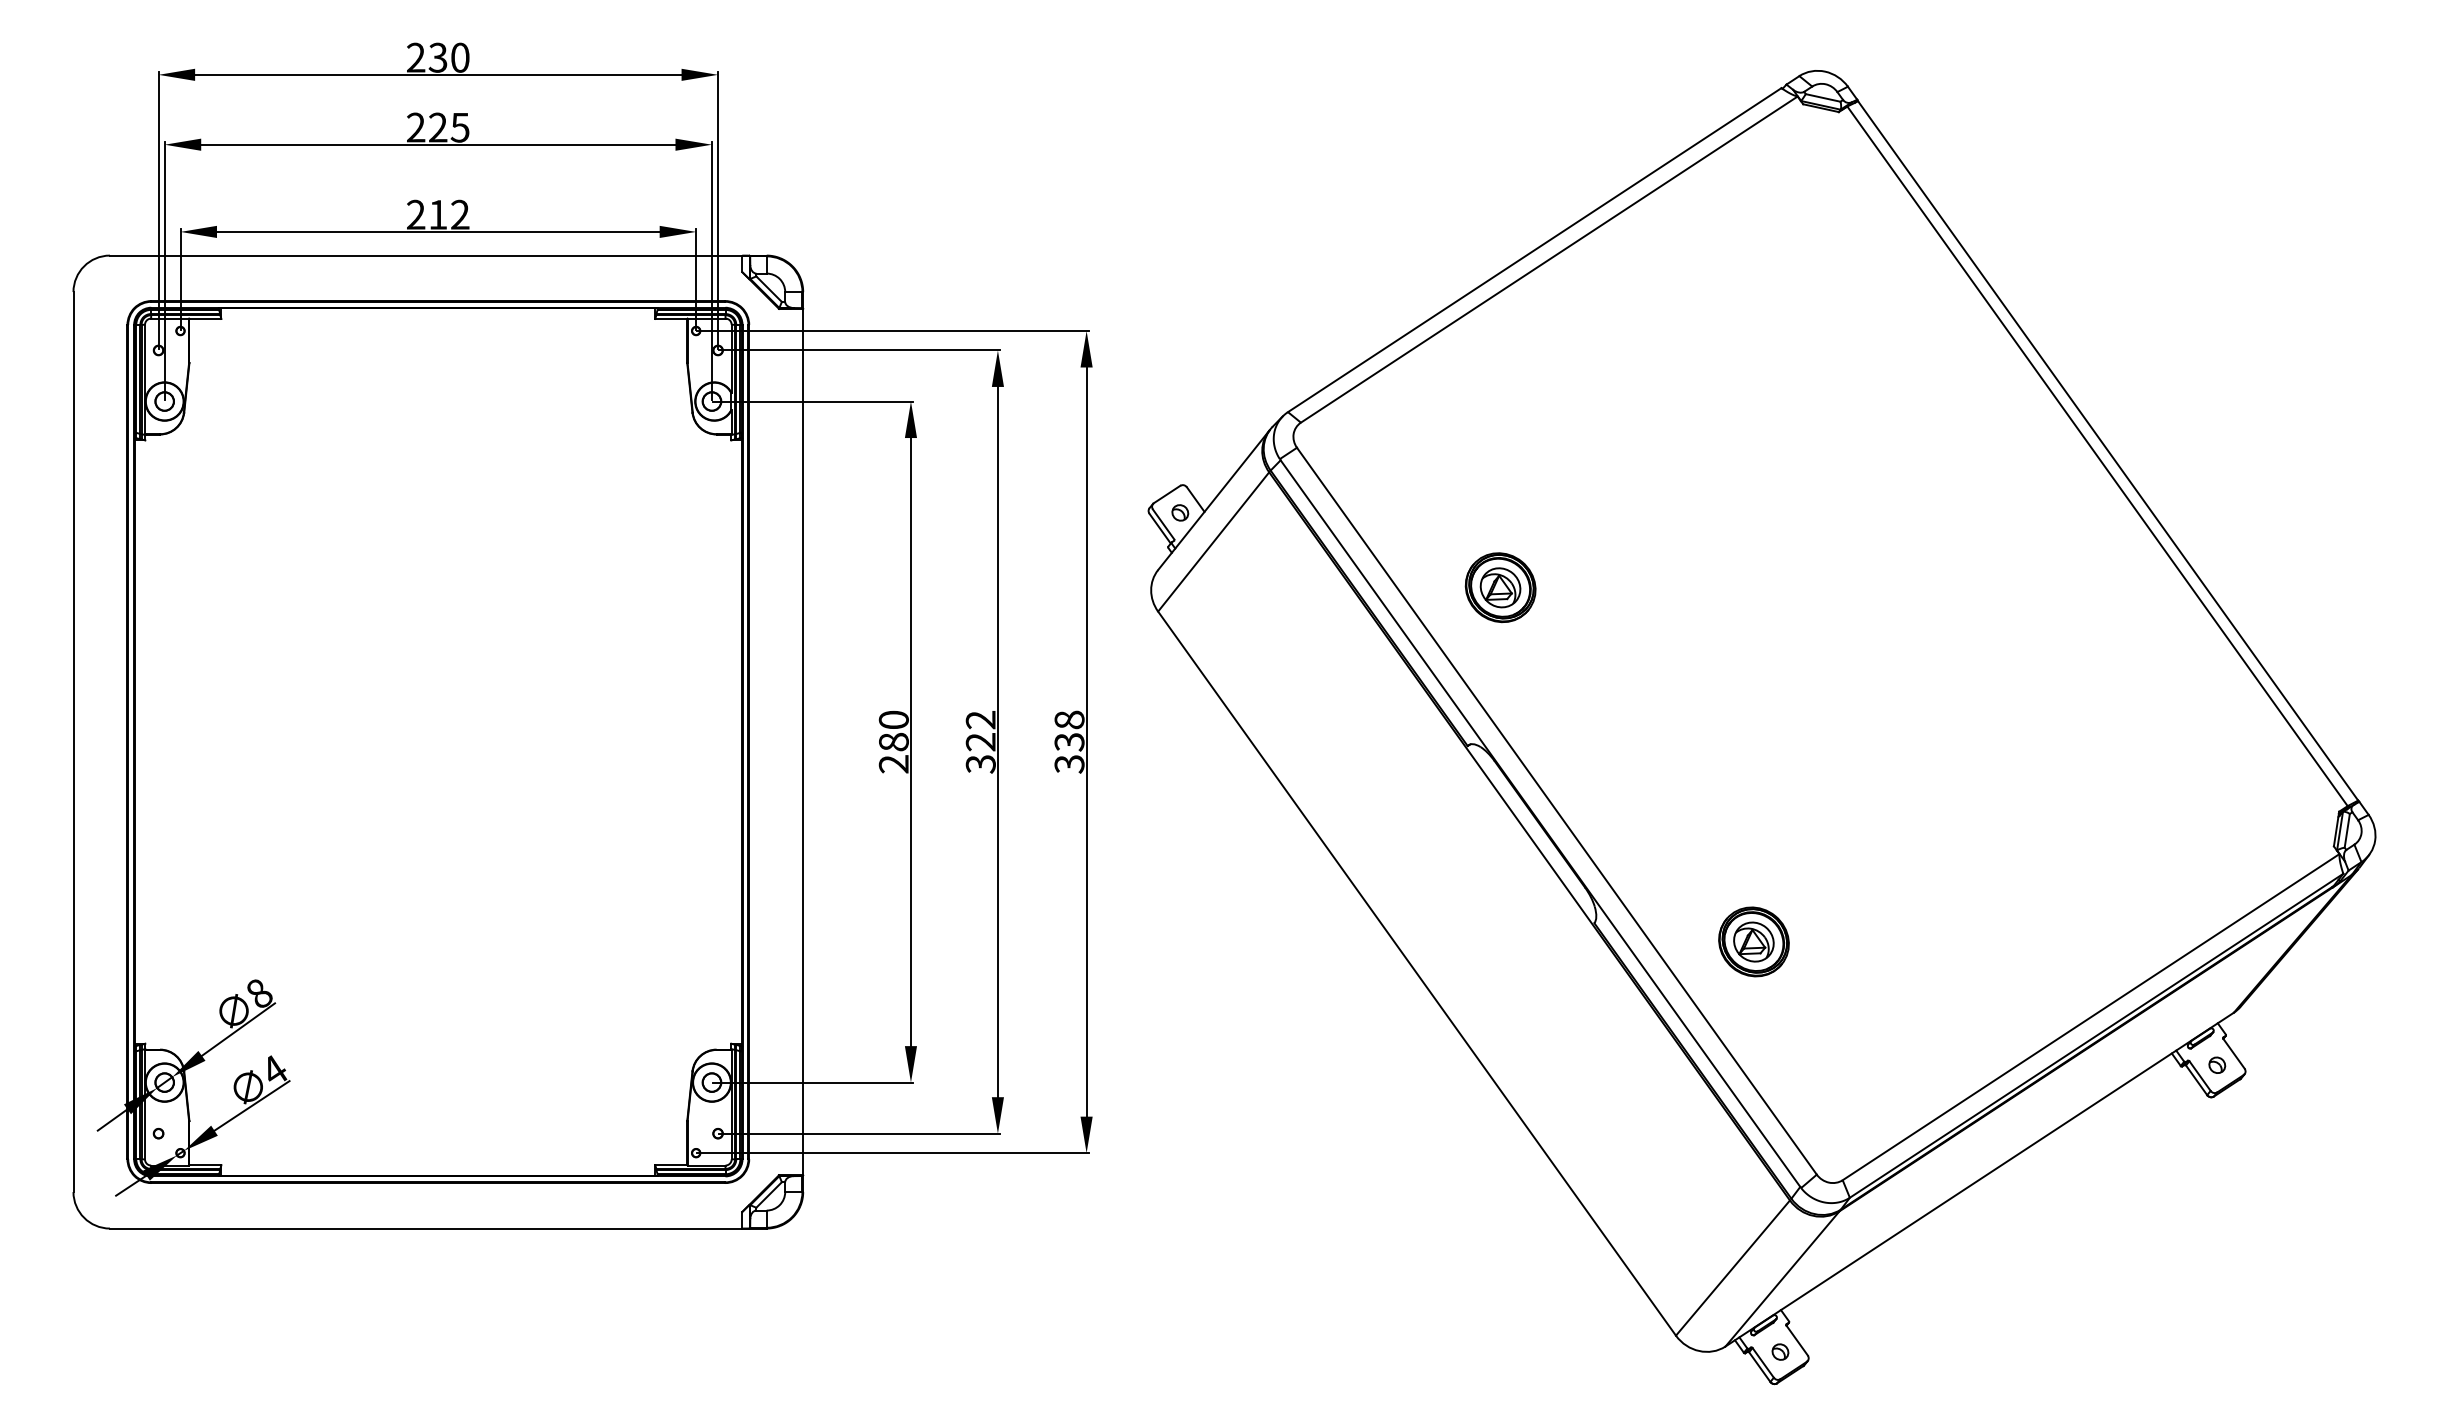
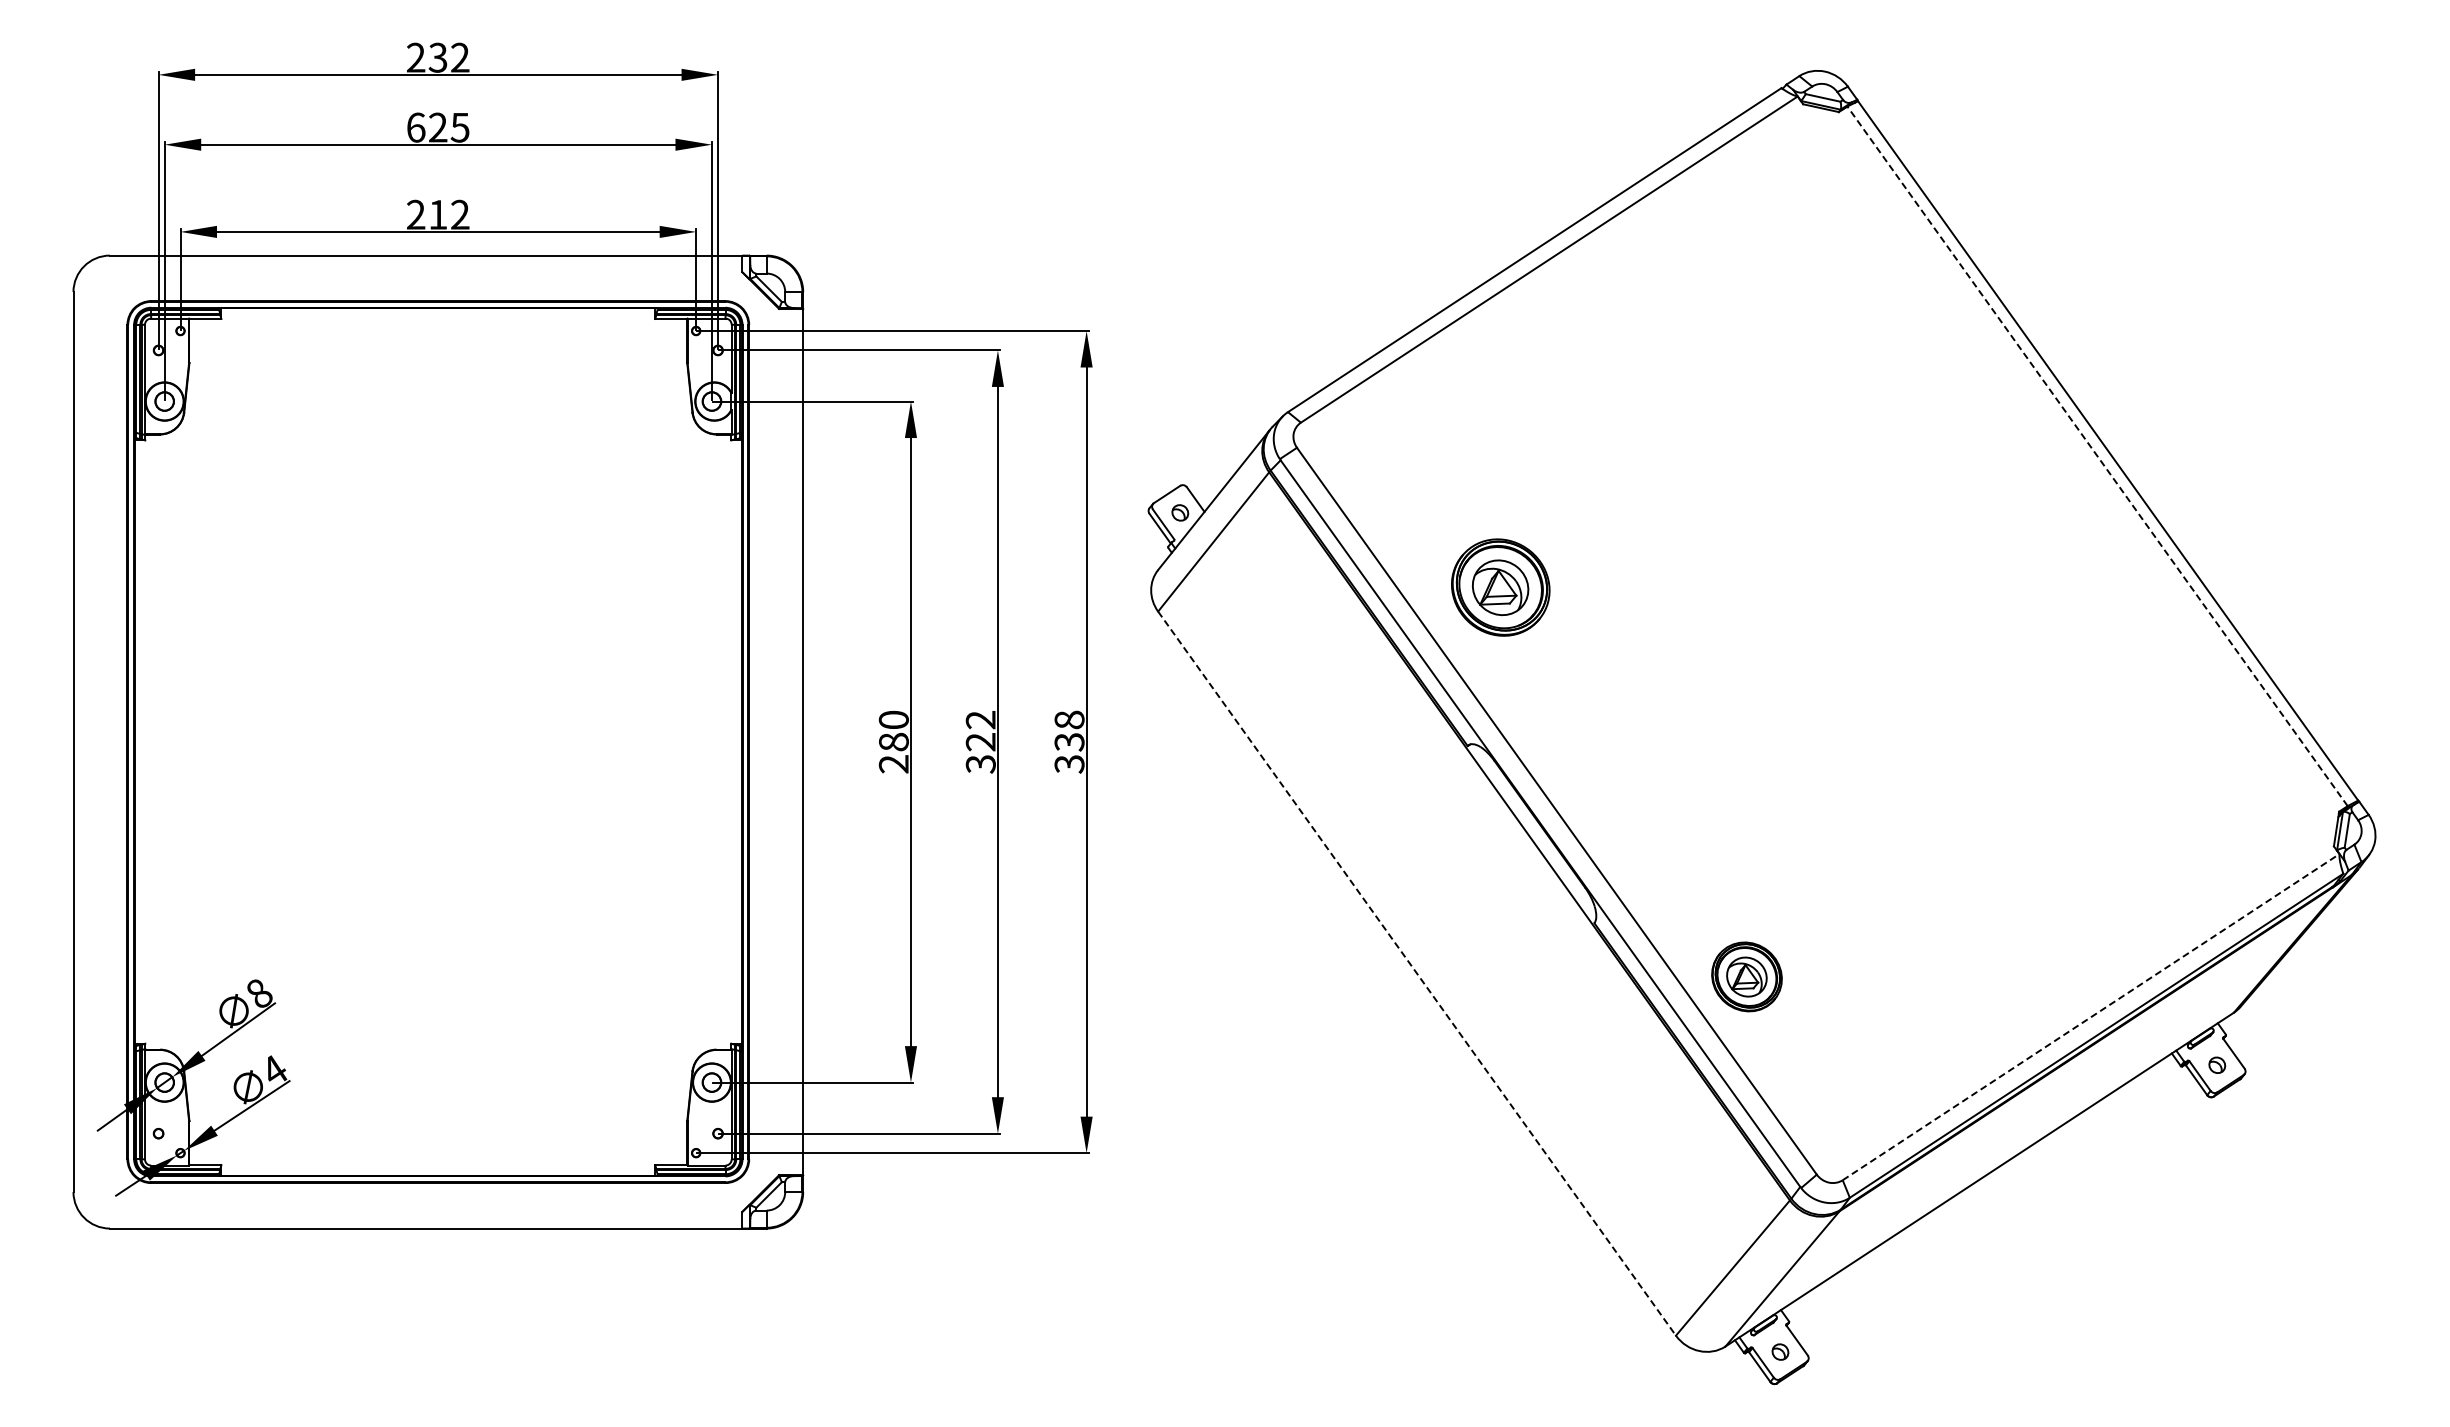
text at (460, 57): 230 -> 232
text at (416, 127): 225 -> 625
line at (2097, 455): solid -> dashed
part at (1500, 587) size: 73x72 px -> 100x99 px
part at (1753, 941) position: (1753, 941) -> (1746, 976)
line at (1417, 974): solid -> dashed
line at (2091, 1016): solid -> dashed
